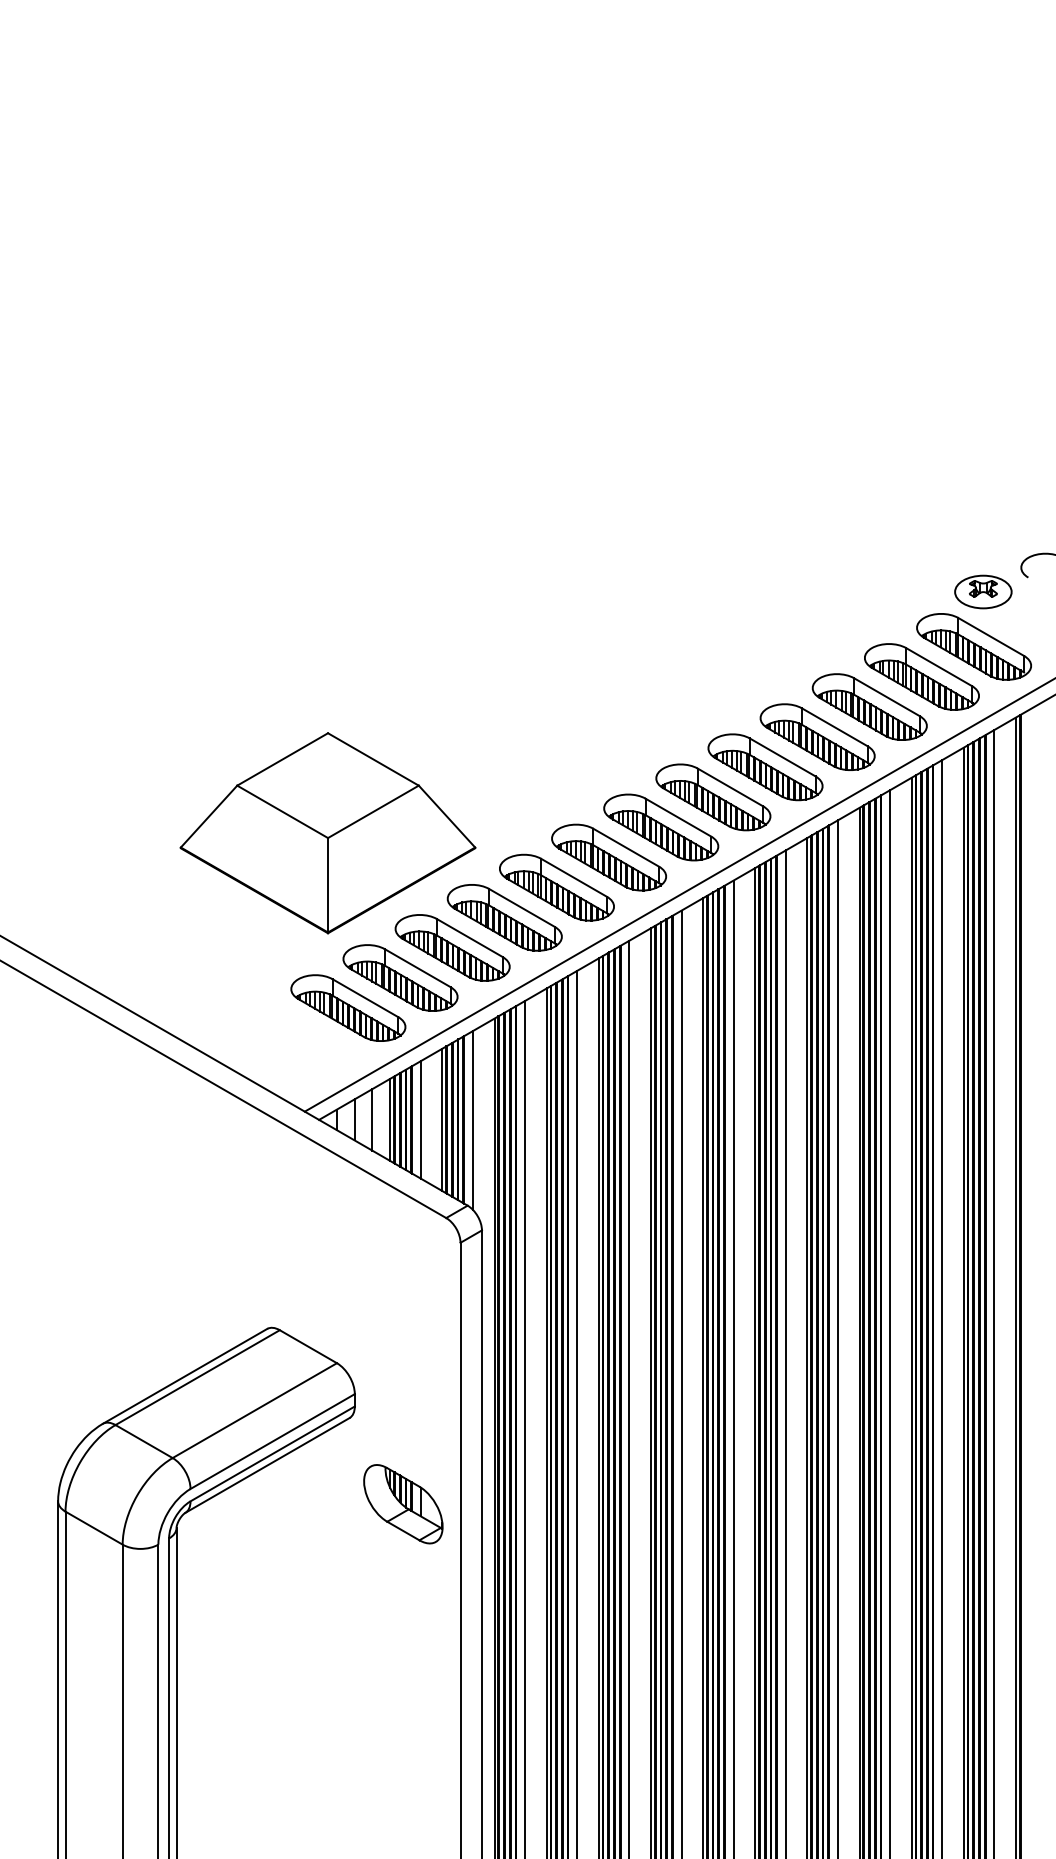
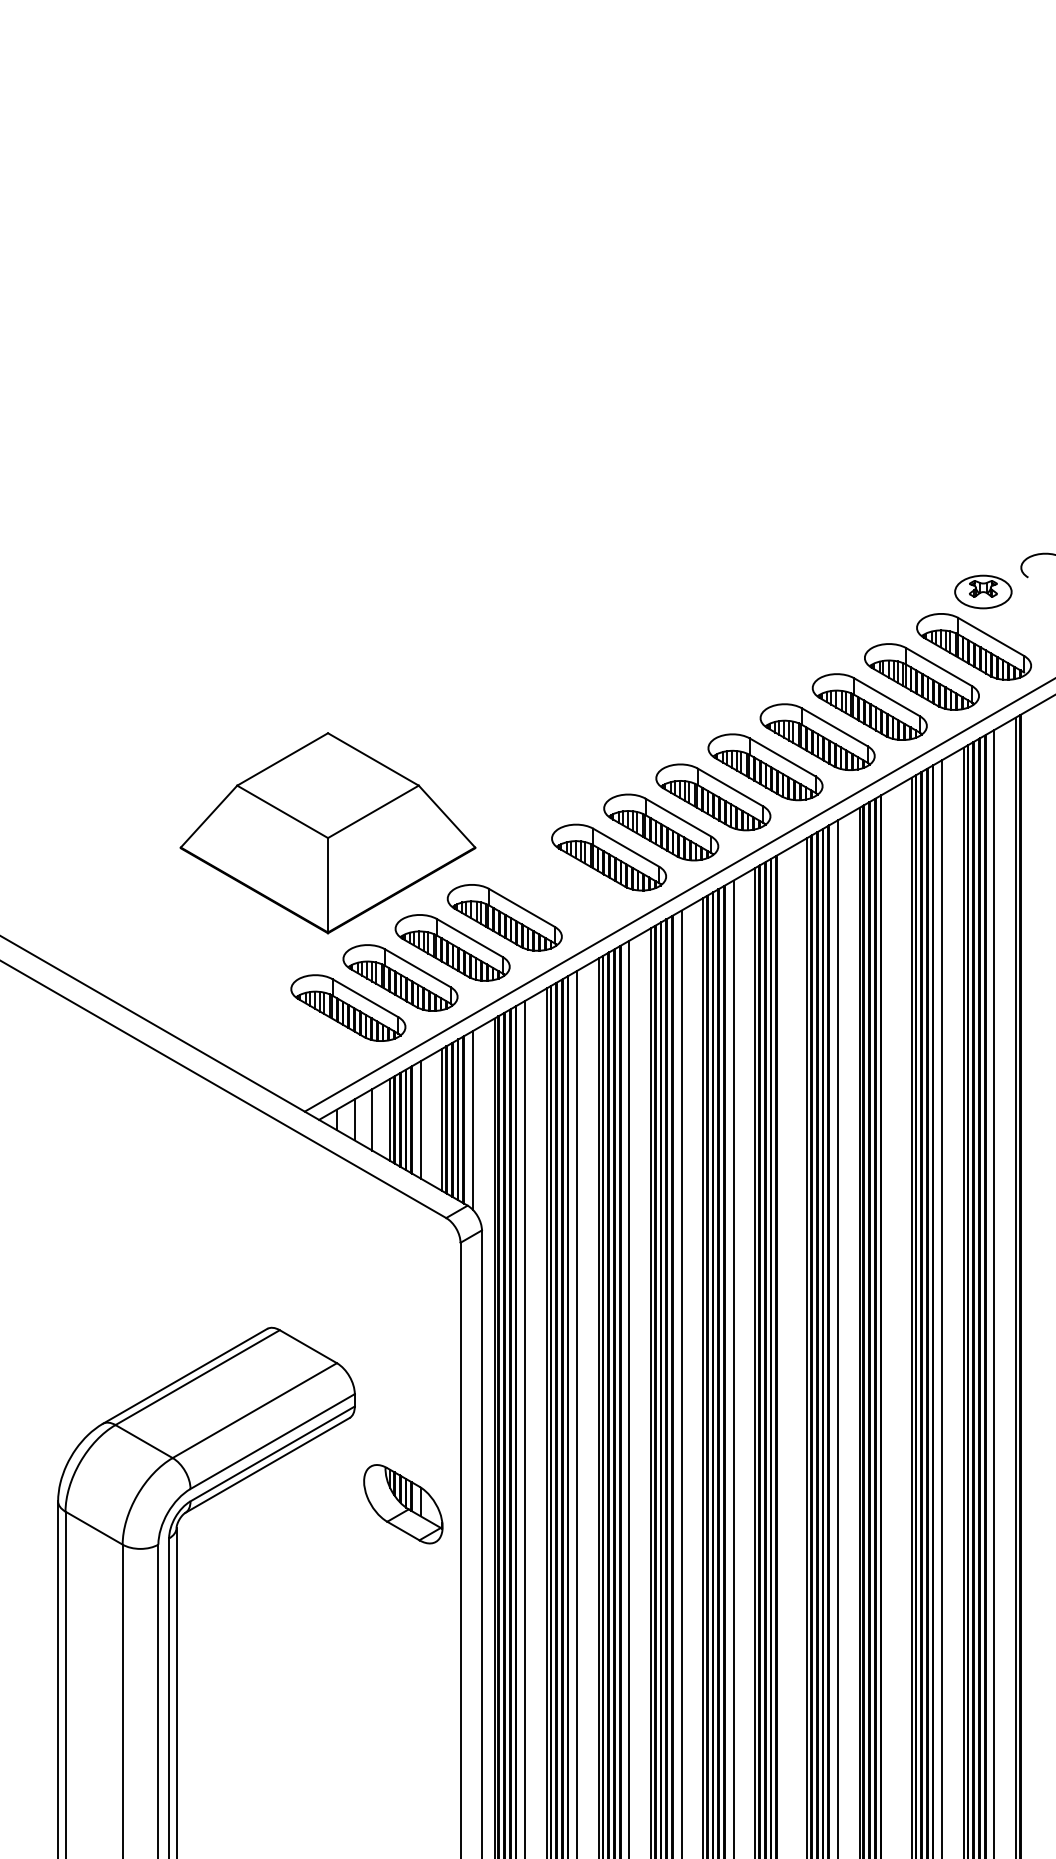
part at (556, 887): present -> none
line at (890, 1322): present -> none
line at (785, 1352): present -> none
